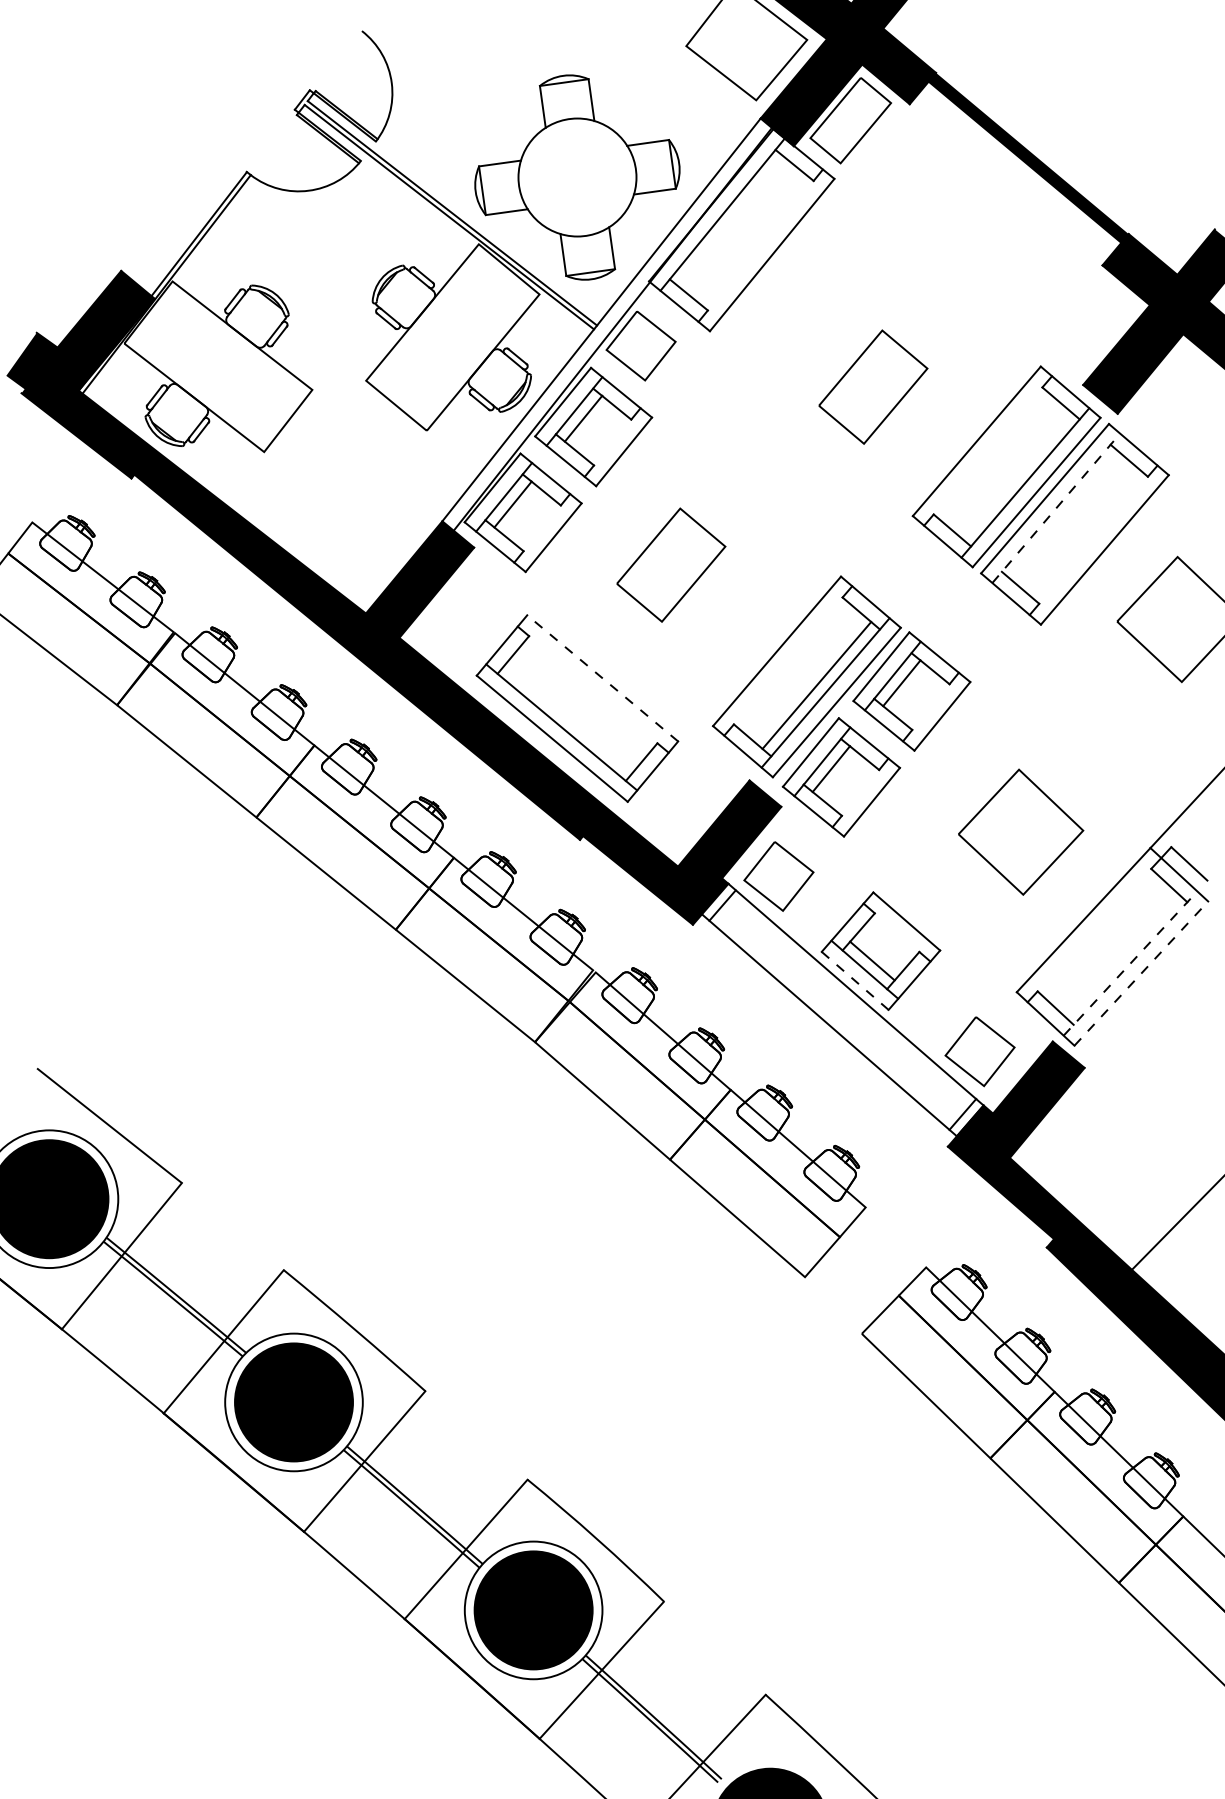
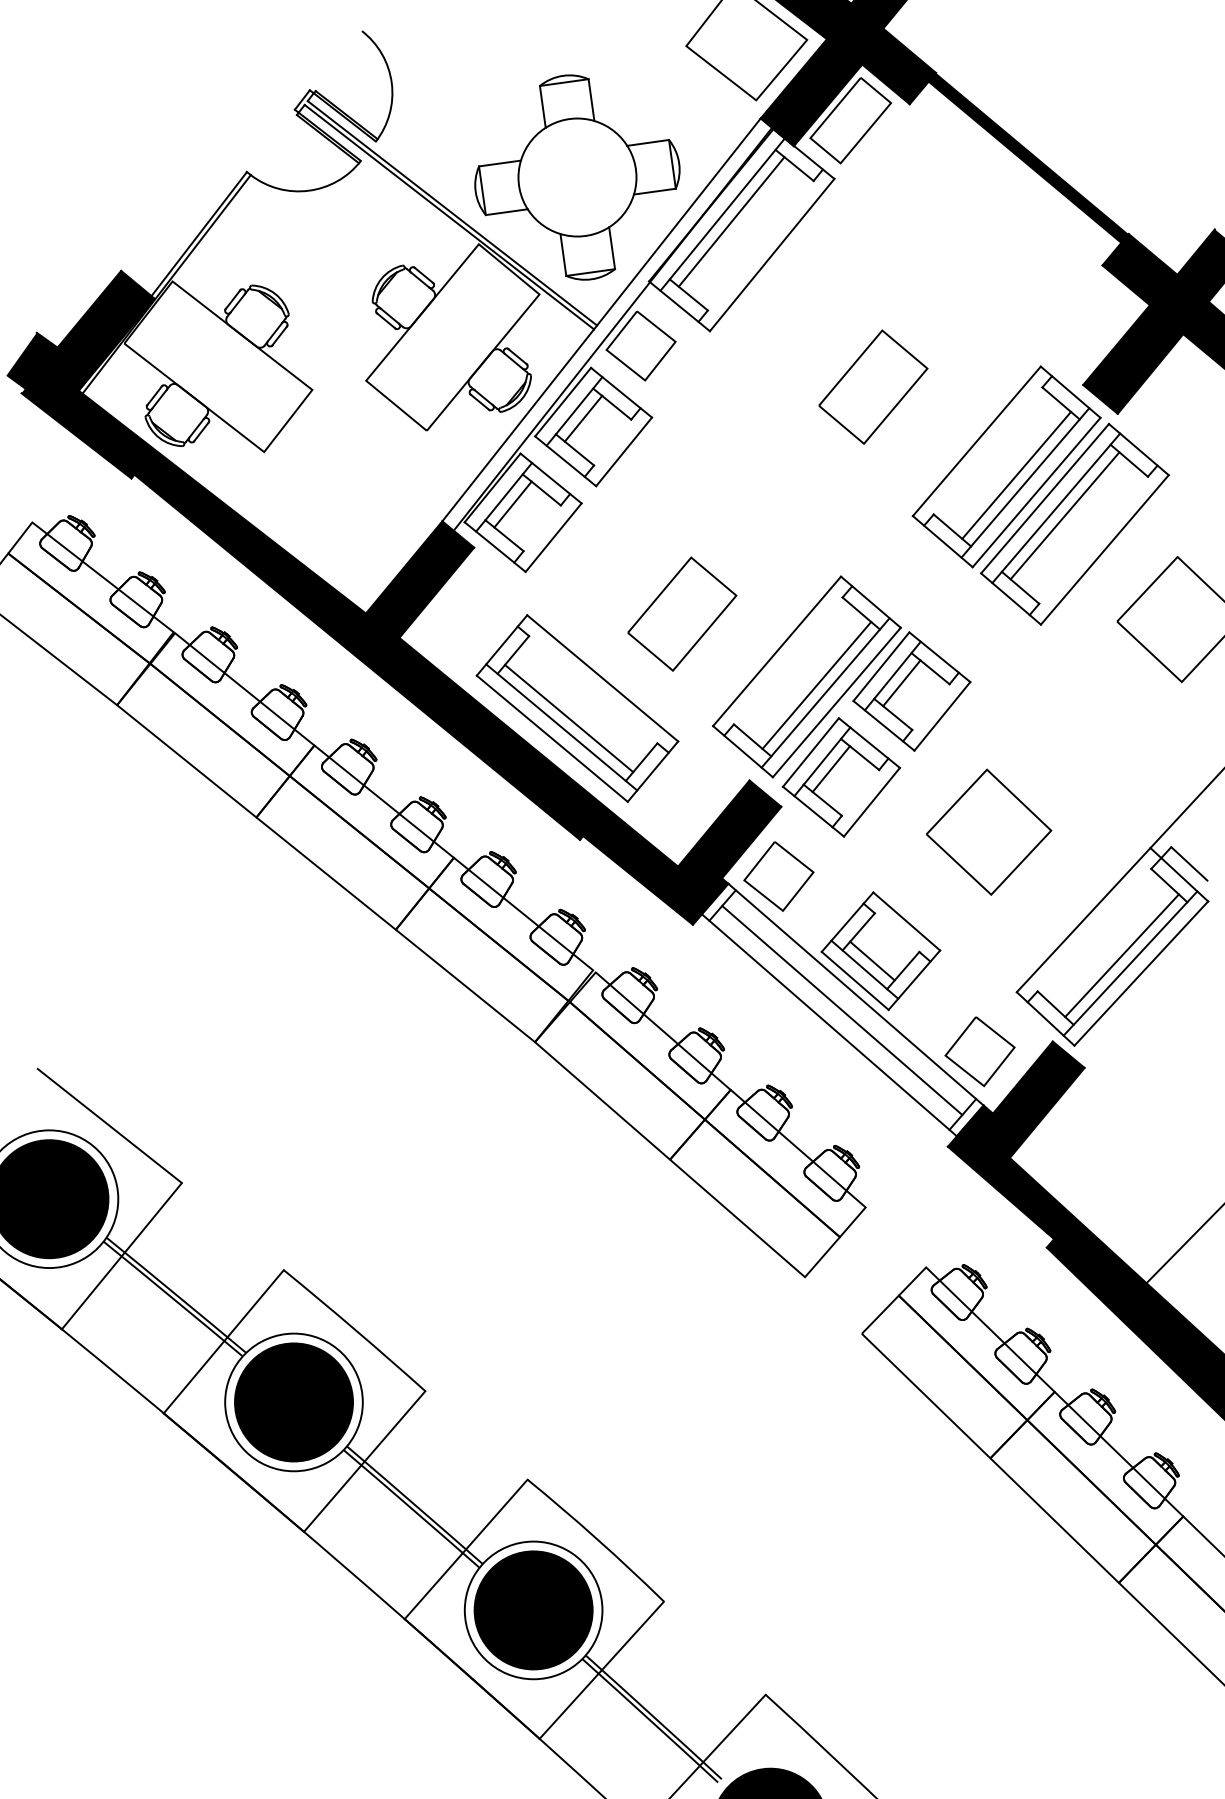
line at (731, 221): none -> present
line at (1016, 474): none -> present
line at (1056, 507): dashed -> solid
line at (1064, 515): none -> present
part at (671, 564) position: (671, 564) -> (682, 613)
line at (602, 678): dashed -> solid
line at (569, 718): none -> present
part at (1021, 831) position: (1021, 831) -> (989, 831)
line at (1121, 955): none -> present
line at (1130, 963): dashed -> solid
line at (1141, 973): dashed -> solid
line at (854, 980): dashed -> solid
line at (842, 1010): none -> present
line at (1175, 1224) position: (1175, 1224) -> (1182, 1245)
